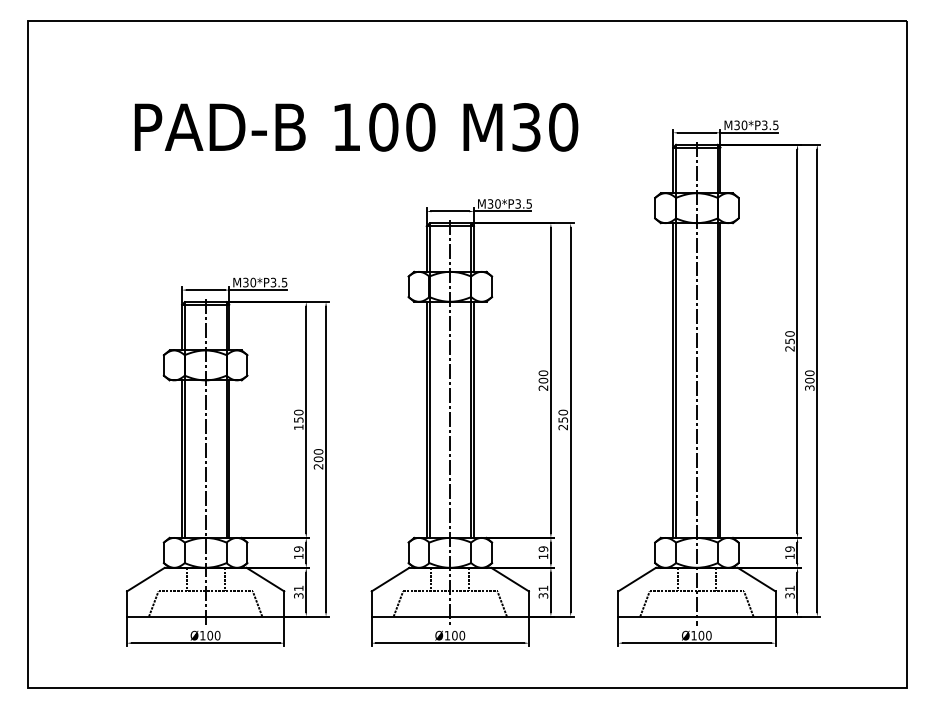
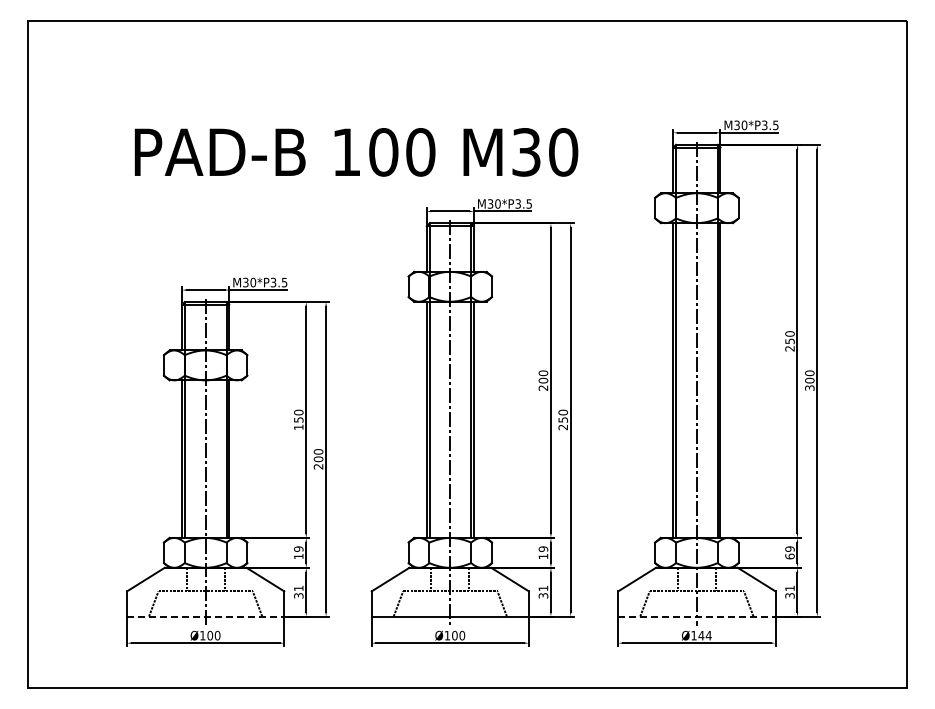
text at (356, 127) position: (356, 127) -> (356, 152)
text at (789, 556): 19 -> 69
line at (205, 616): solid -> dashed
line at (696, 616): solid -> dashed
text at (704, 635): Ø100 -> Ø144
